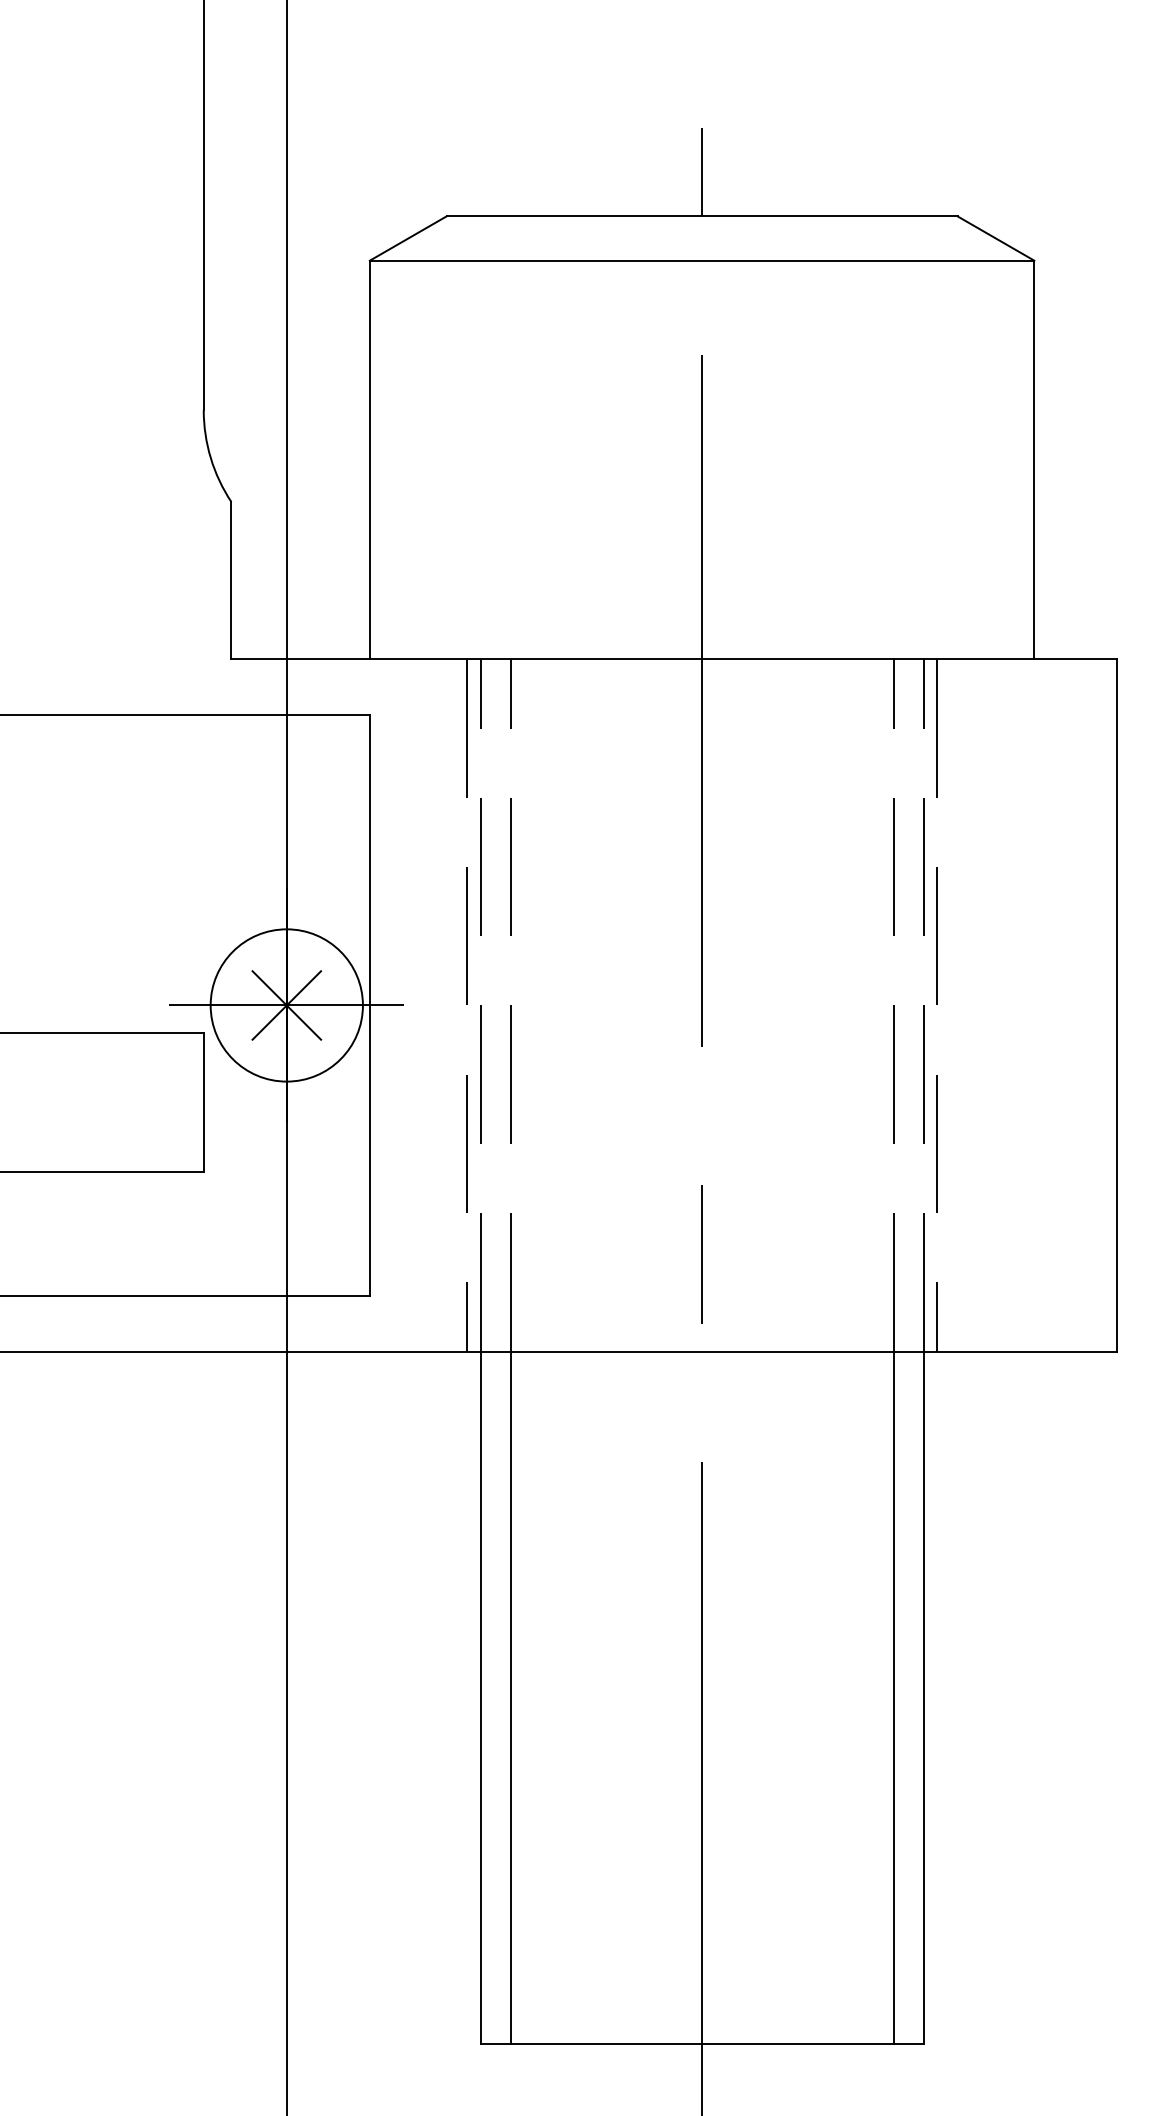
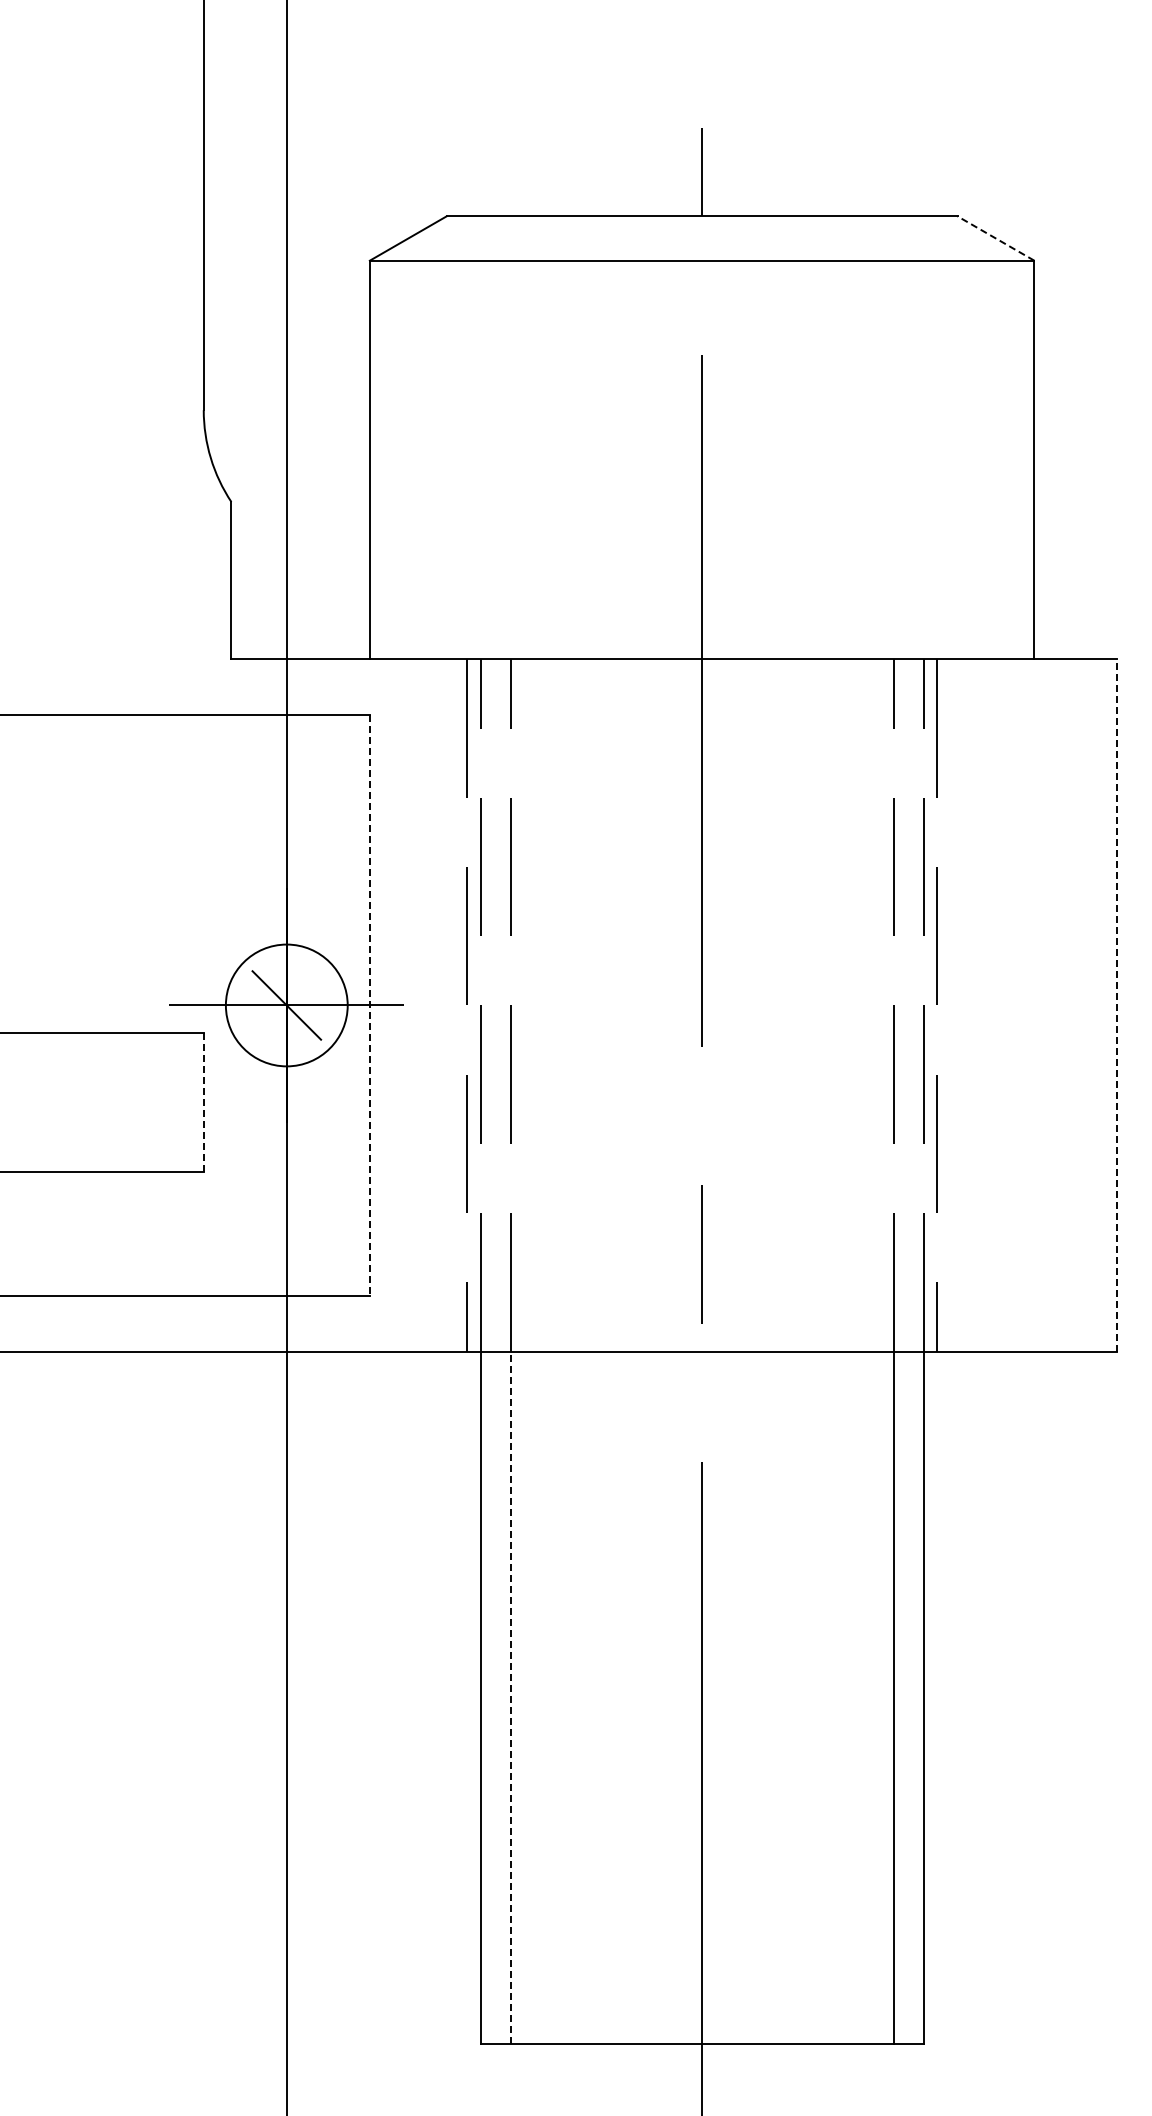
line at (995, 238): solid -> dashed
line at (1117, 1004): solid -> dashed
circle at (286, 1005) diameter: 152 px -> 122 px
line at (286, 1005): present -> none
line at (369, 1005): solid -> dashed
line at (203, 1102): solid -> dashed
line at (510, 1697): solid -> dashed
